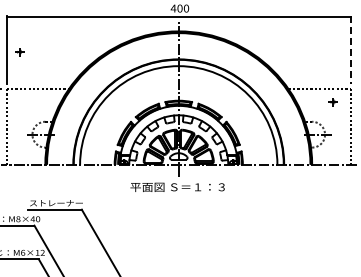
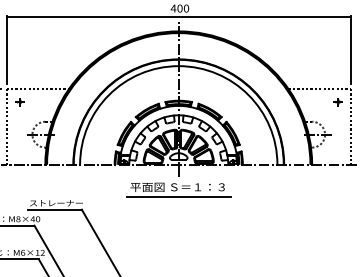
line at (350, 50): dashed -> solid
part at (19, 52) position: (19, 52) -> (19, 102)
part at (332, 102) position: (332, 102) -> (337, 102)
line at (178, 196): none -> present
